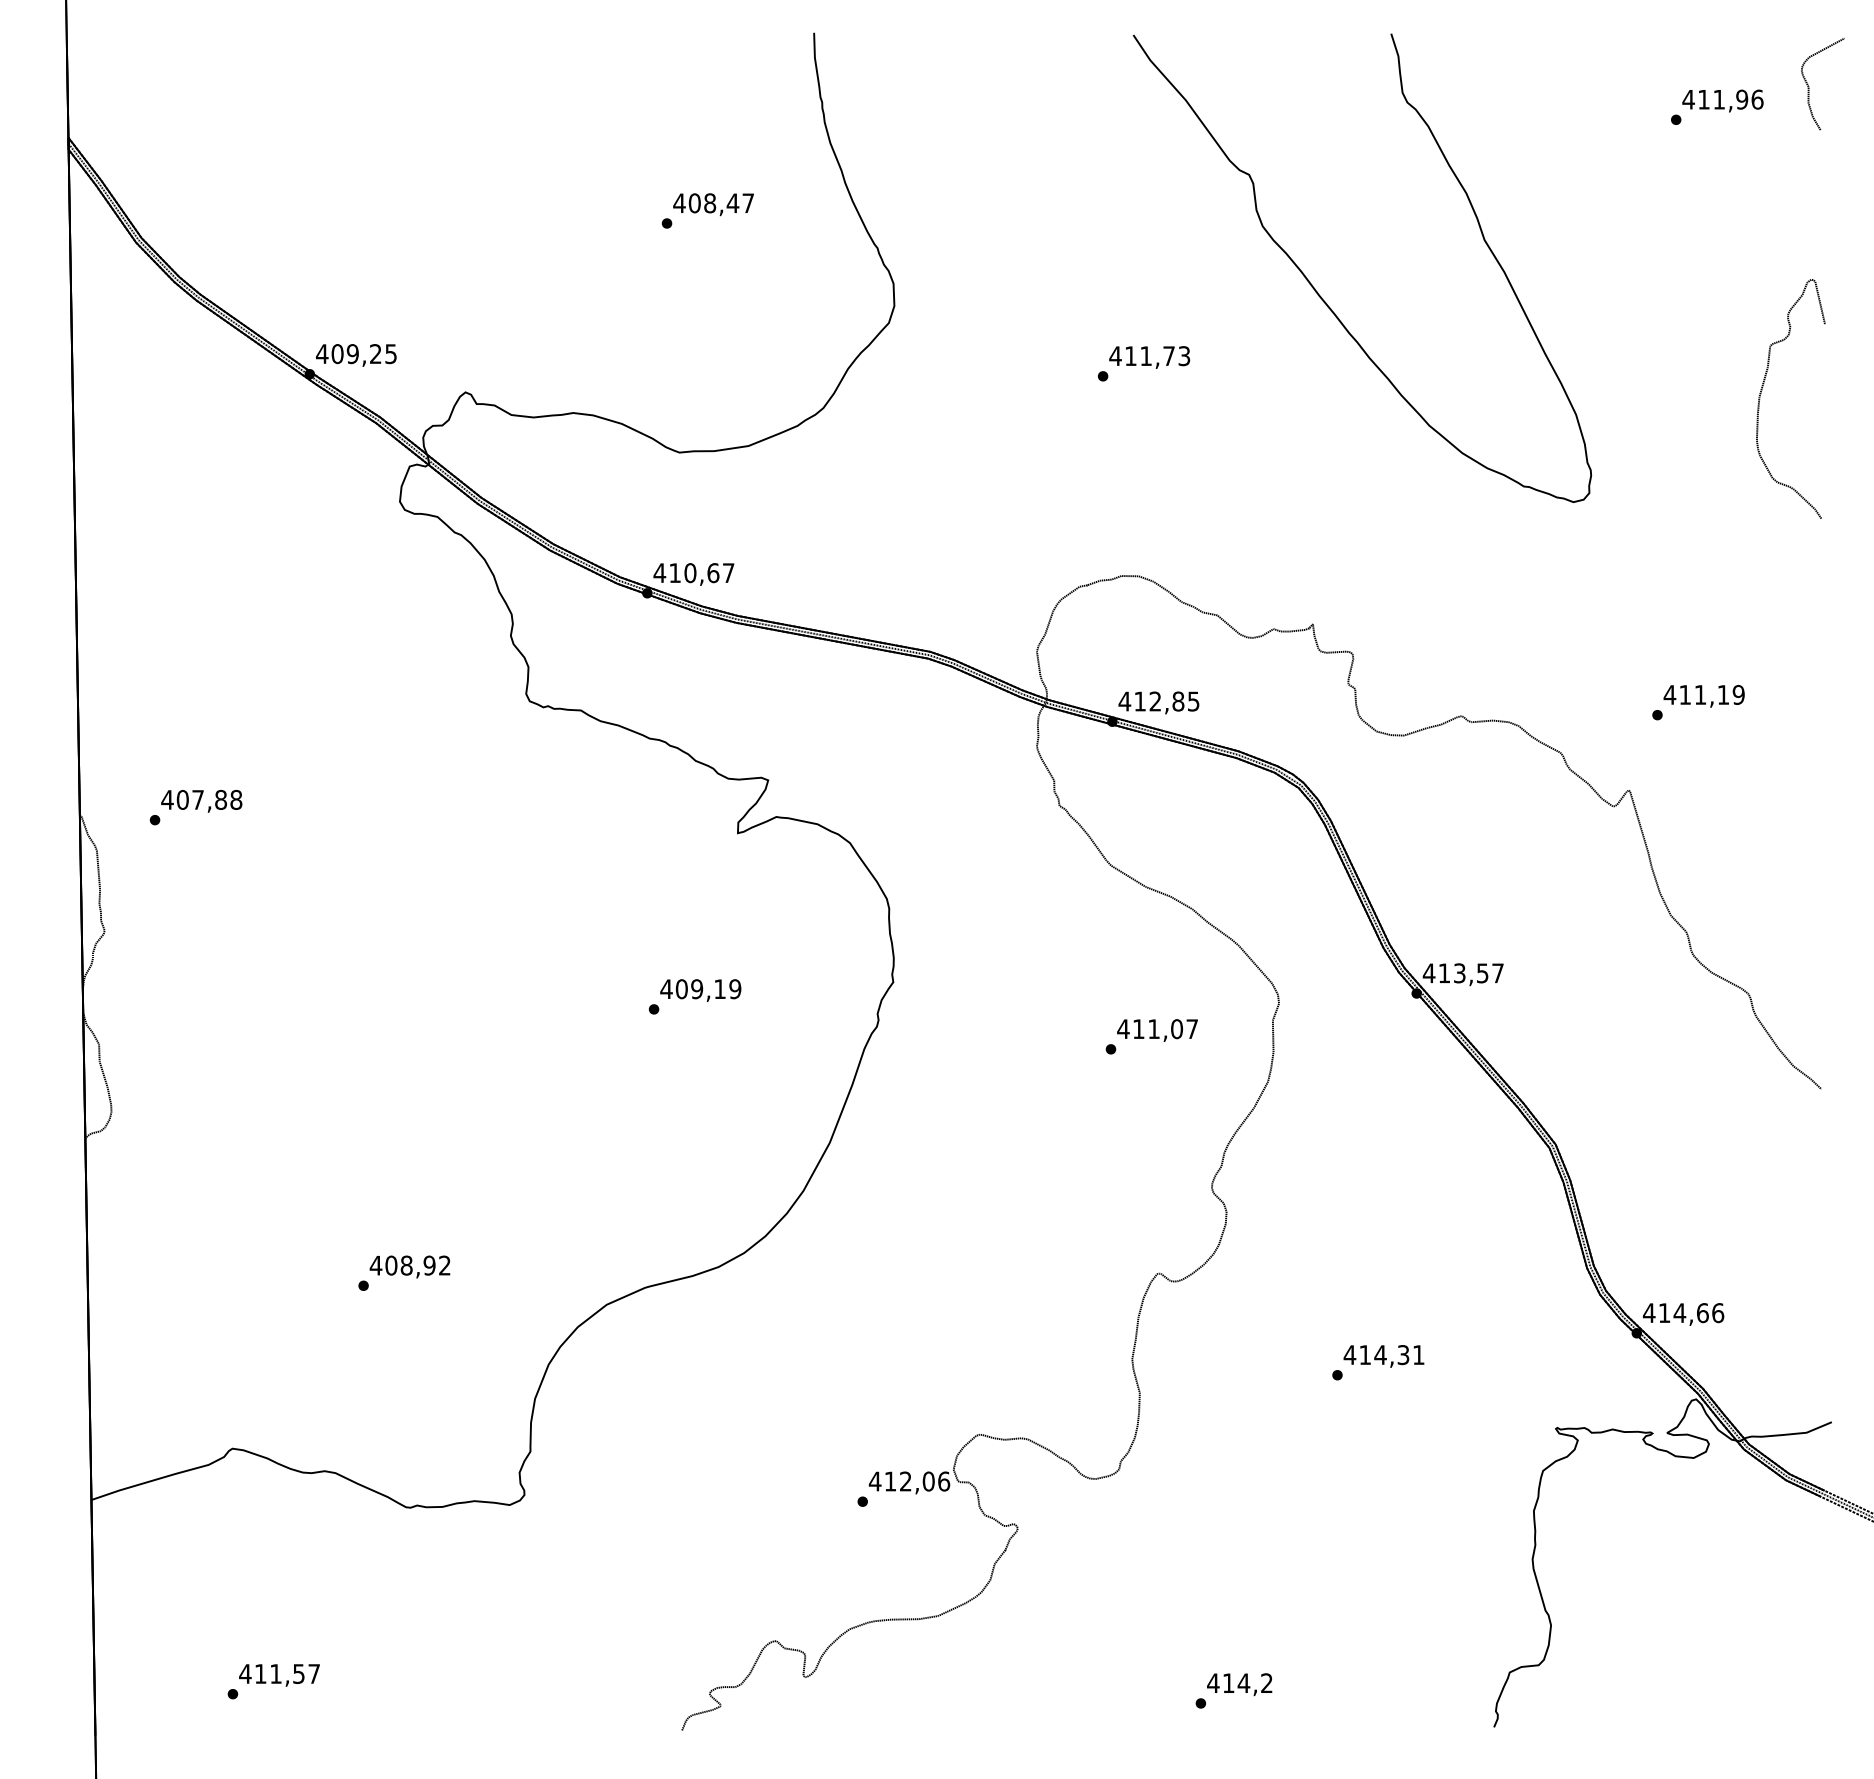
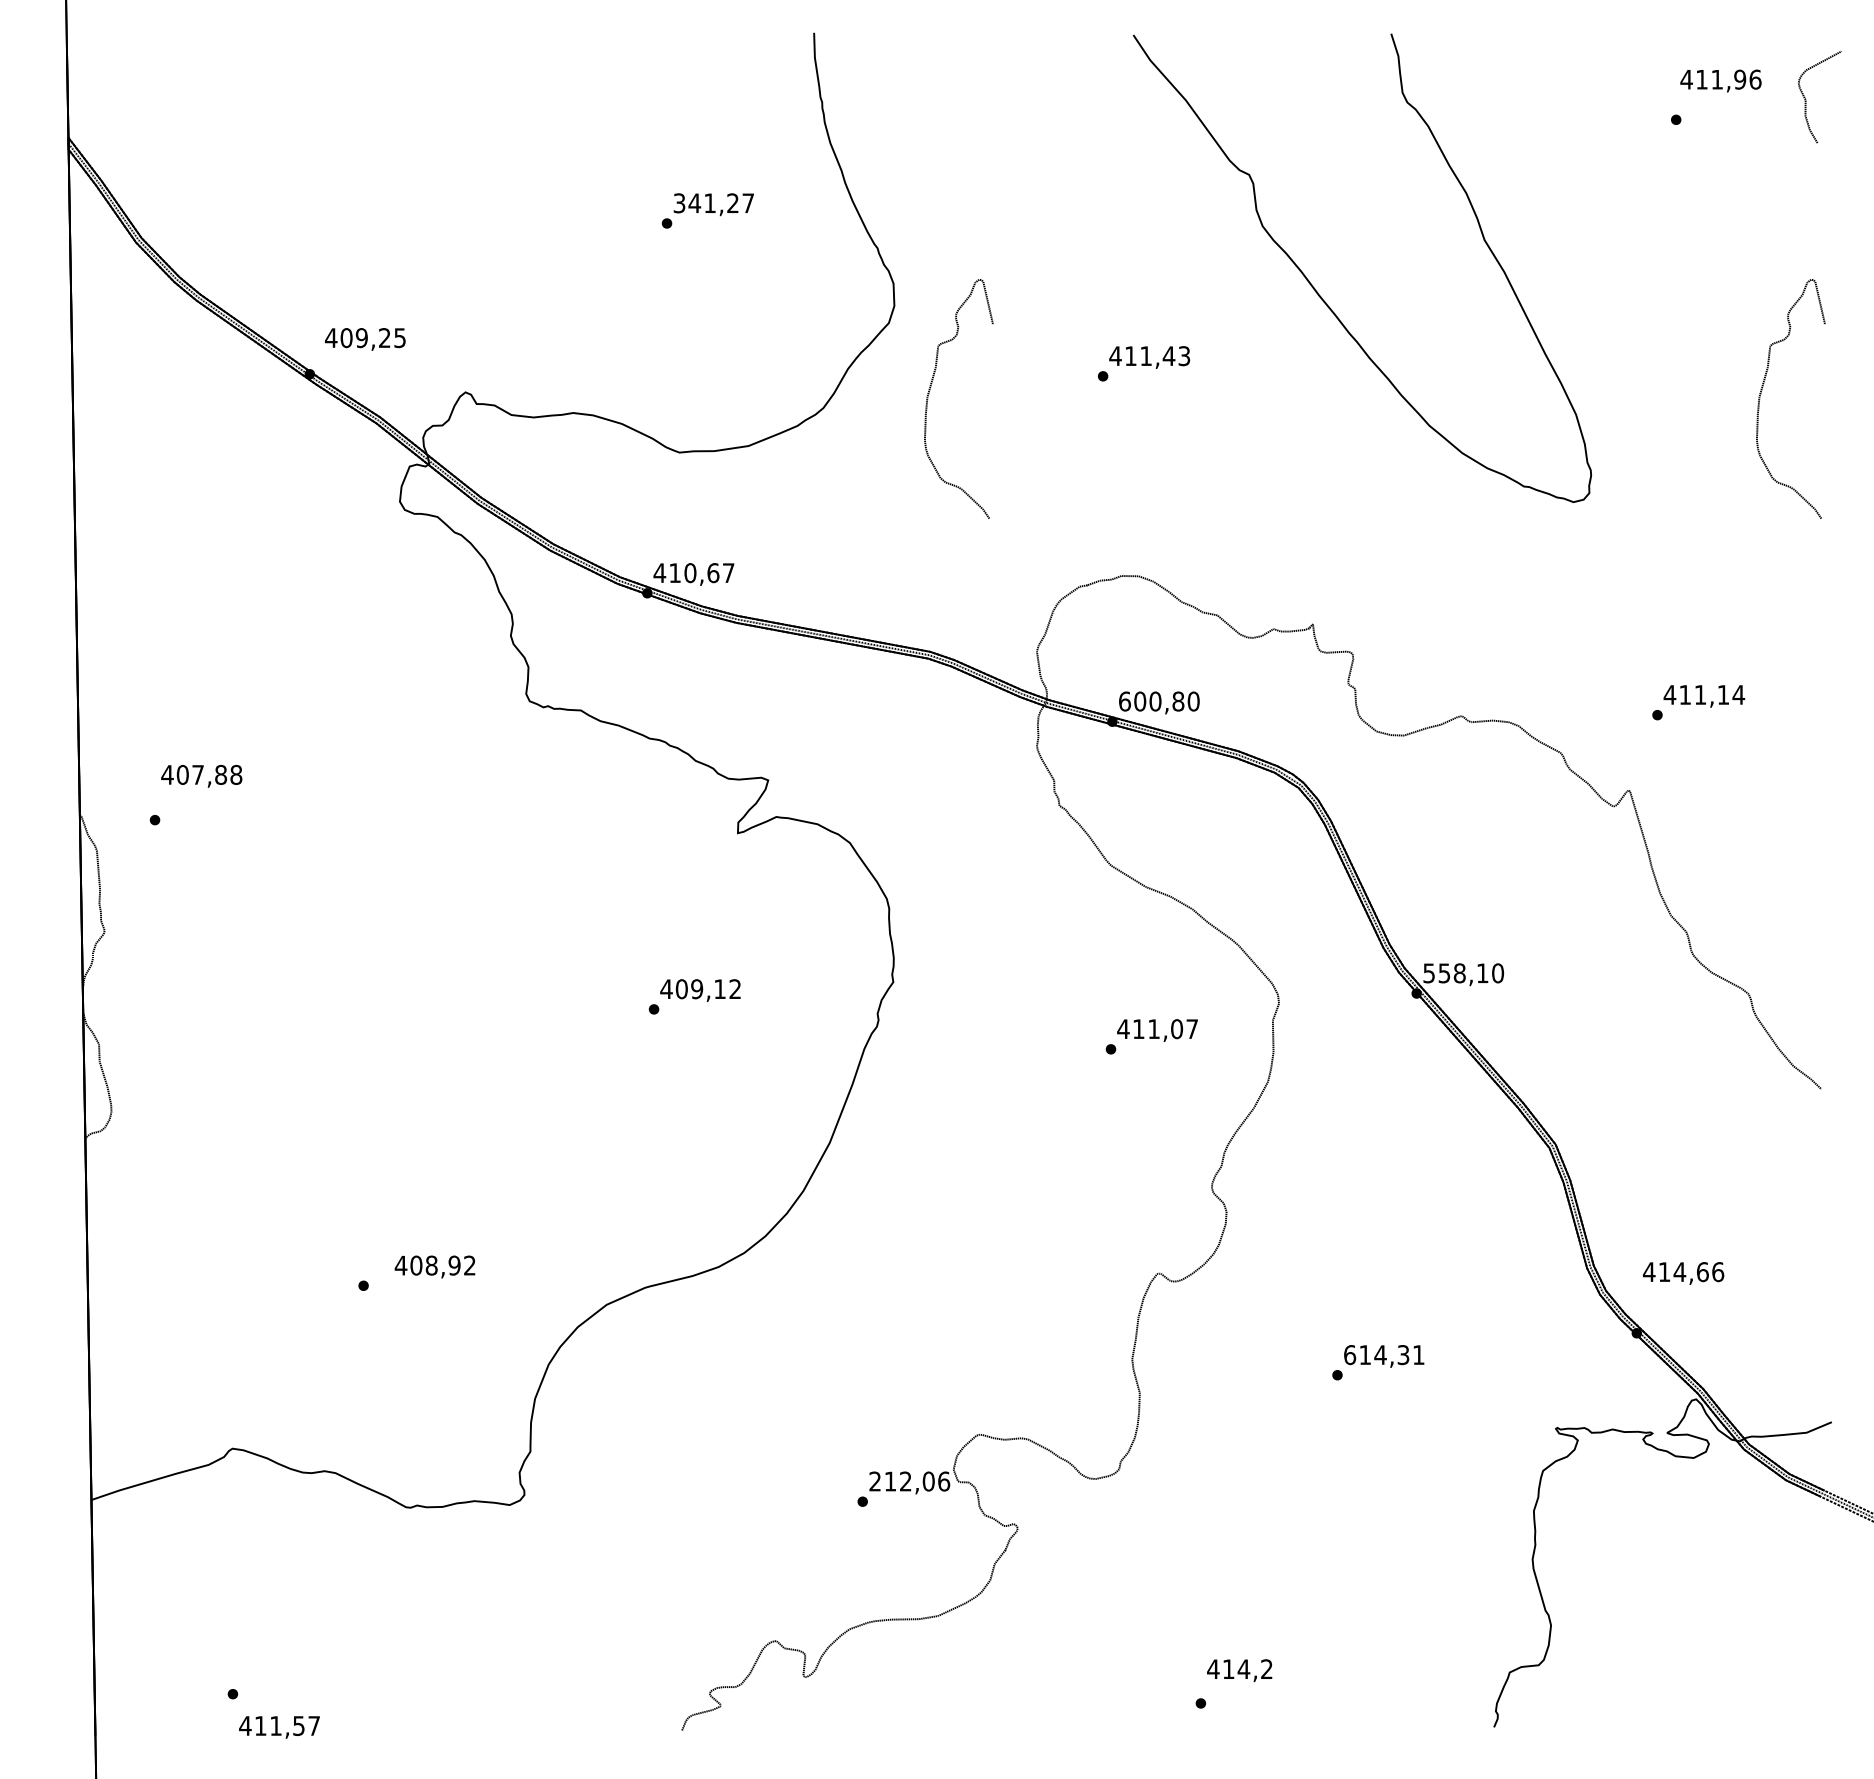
curve at (1809, 86) position: (1809, 86) -> (1806, 99)
text at (1722, 100) position: (1722, 100) -> (1720, 80)
text at (706, 203): 408,47 -> 341,27
text at (356, 355) position: (356, 355) -> (365, 339)
text at (1168, 355): 411,73 -> 411,43
curve at (930, 390): none -> present
text at (1738, 694): 411,19 -> 411,14
text at (1158, 701): 412,85 -> 600,80
text at (201, 801) position: (201, 801) -> (201, 776)
text at (1463, 973): 413,57 -> 558,10
text at (735, 989): 409,19 -> 409,12
text at (409, 1266) position: (409, 1266) -> (434, 1266)
text at (1683, 1314) position: (1683, 1314) -> (1683, 1273)
text at (1349, 1355): 414,31 -> 614,31
text at (874, 1481): 412,06 -> 212,06
text at (279, 1675) position: (279, 1675) -> (279, 1727)
text at (1239, 1684) position: (1239, 1684) -> (1239, 1670)
